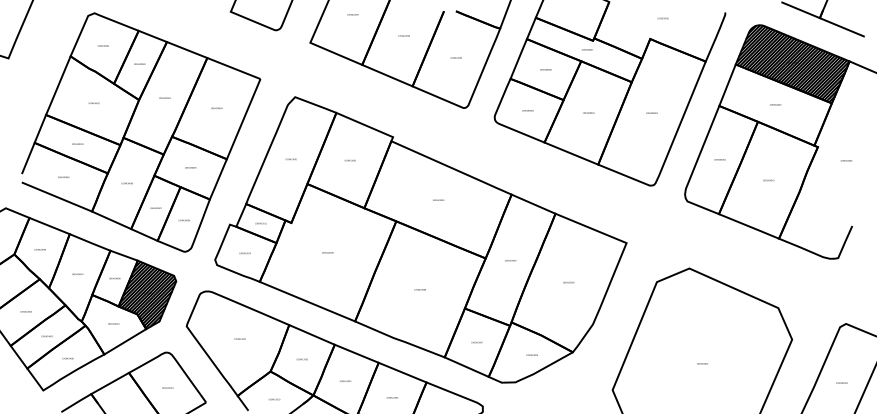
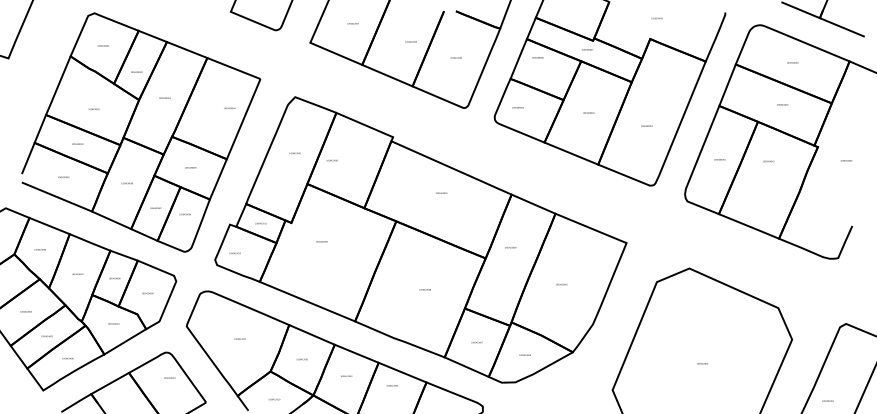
text at (352, 14) position: (352, 14) -> (352, 23)
text at (662, 18) position: (662, 18) -> (656, 18)
text at (403, 35) position: (403, 35) -> (410, 41)
text at (139, 63) position: (139, 63) -> (136, 71)
hatch at (792, 64): present -> none
text at (545, 69) position: (545, 69) -> (537, 57)
text at (93, 102) position: (93, 102) -> (93, 108)
text at (775, 104) position: (775, 104) -> (782, 104)
text at (216, 107) position: (216, 107) -> (229, 107)
text at (527, 110) position: (527, 110) -> (517, 107)
text at (651, 112) position: (651, 112) -> (646, 125)
text at (290, 158) position: (290, 158) -> (294, 152)
text at (349, 160) position: (349, 160) -> (331, 160)
text at (768, 180) position: (768, 180) -> (768, 161)
text at (438, 199) position: (438, 199) -> (441, 192)
text at (183, 220) position: (183, 220) -> (184, 214)
text at (244, 252) position: (244, 252) -> (234, 252)
text at (327, 252) position: (327, 252) -> (321, 241)
text at (510, 260) position: (510, 260) -> (510, 247)
text at (568, 282) position: (568, 282) -> (561, 284)
text at (419, 289) position: (419, 289) -> (424, 289)
hatch at (147, 294): present -> none
text at (531, 354) position: (531, 354) -> (524, 354)
text at (345, 380) position: (345, 380) -> (346, 375)
text at (841, 382) position: (841, 382) -> (827, 400)
text at (167, 387) position: (167, 387) -> (169, 377)
text at (391, 397) position: (391, 397) -> (391, 385)
